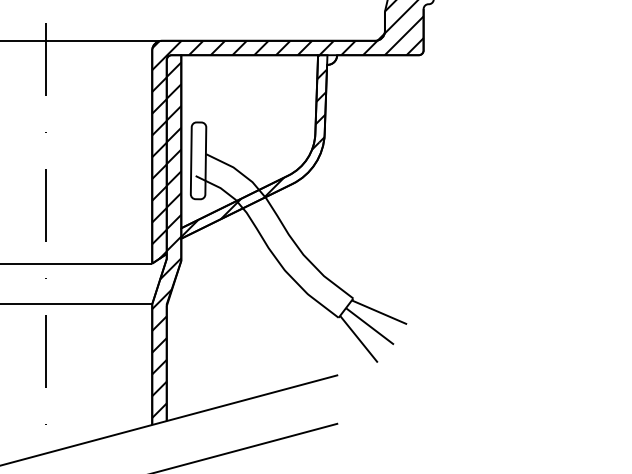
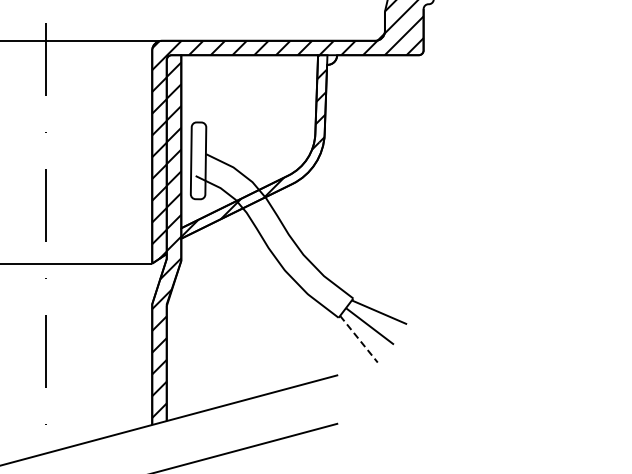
line at (77, 304): present -> none
line at (358, 339): solid -> dashed
